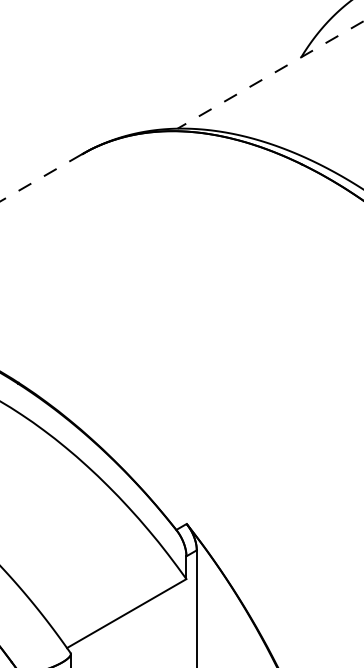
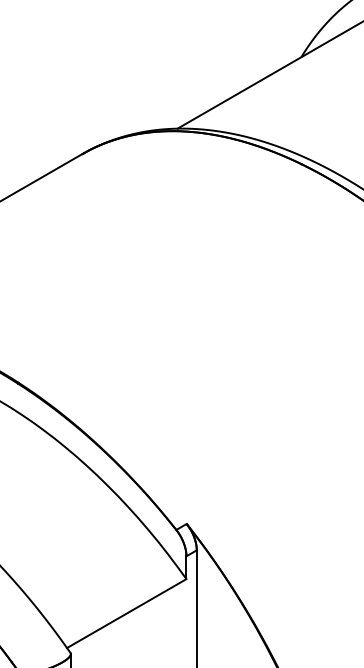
line at (270, 75): dashed -> solid
line at (41, 177): dashed -> solid
